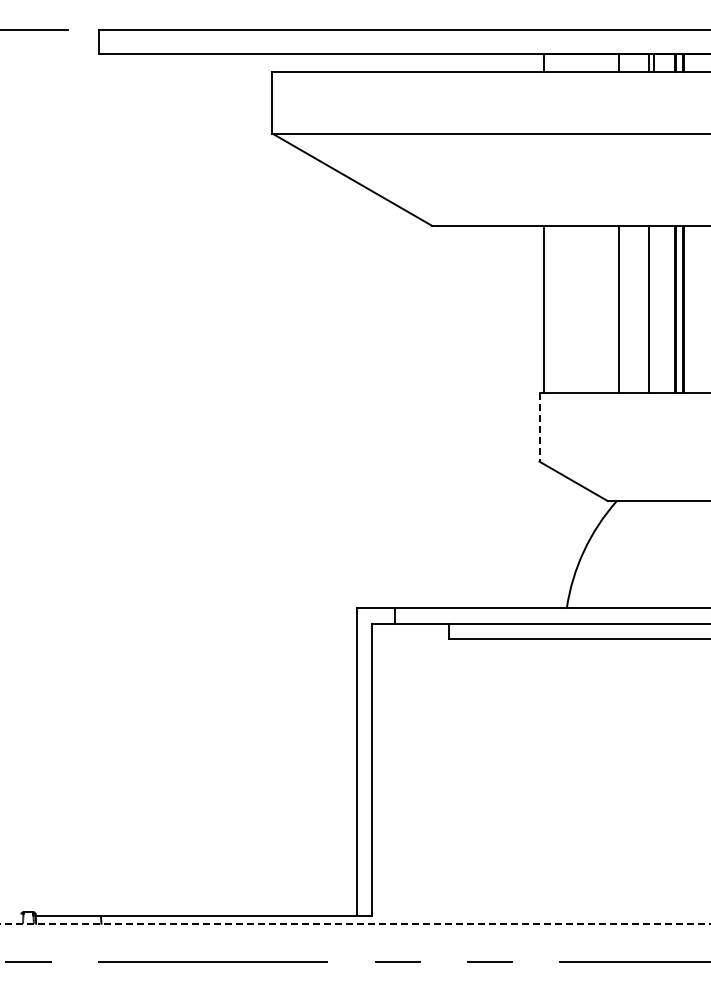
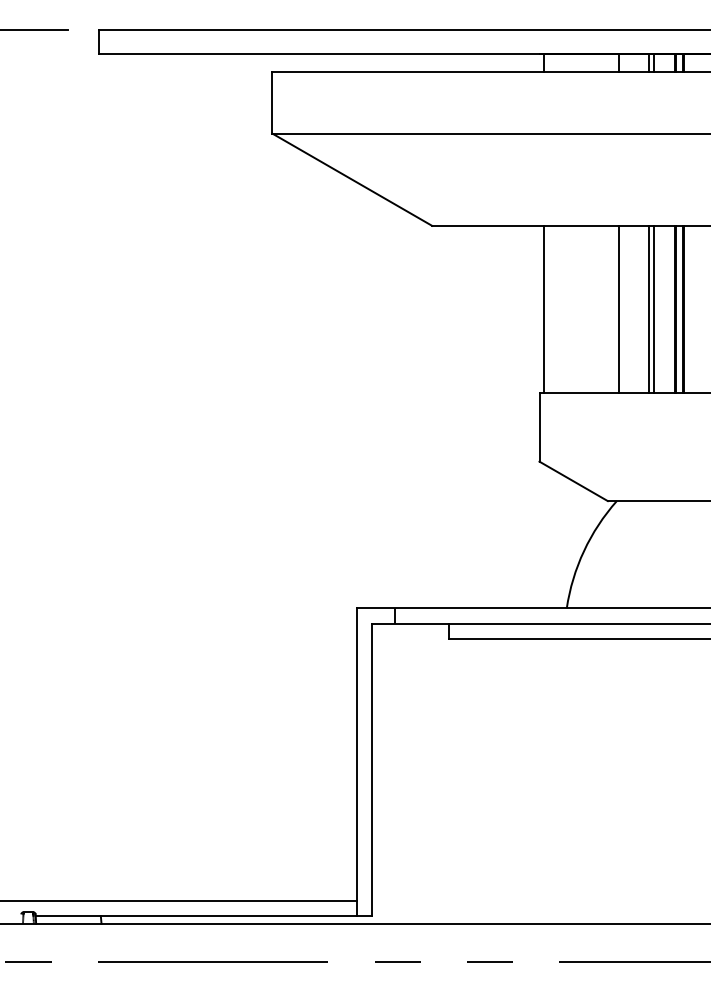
line at (654, 308): none -> present
line at (539, 427): dashed -> solid
line at (179, 900): none -> present
line at (355, 923): dashed -> solid
